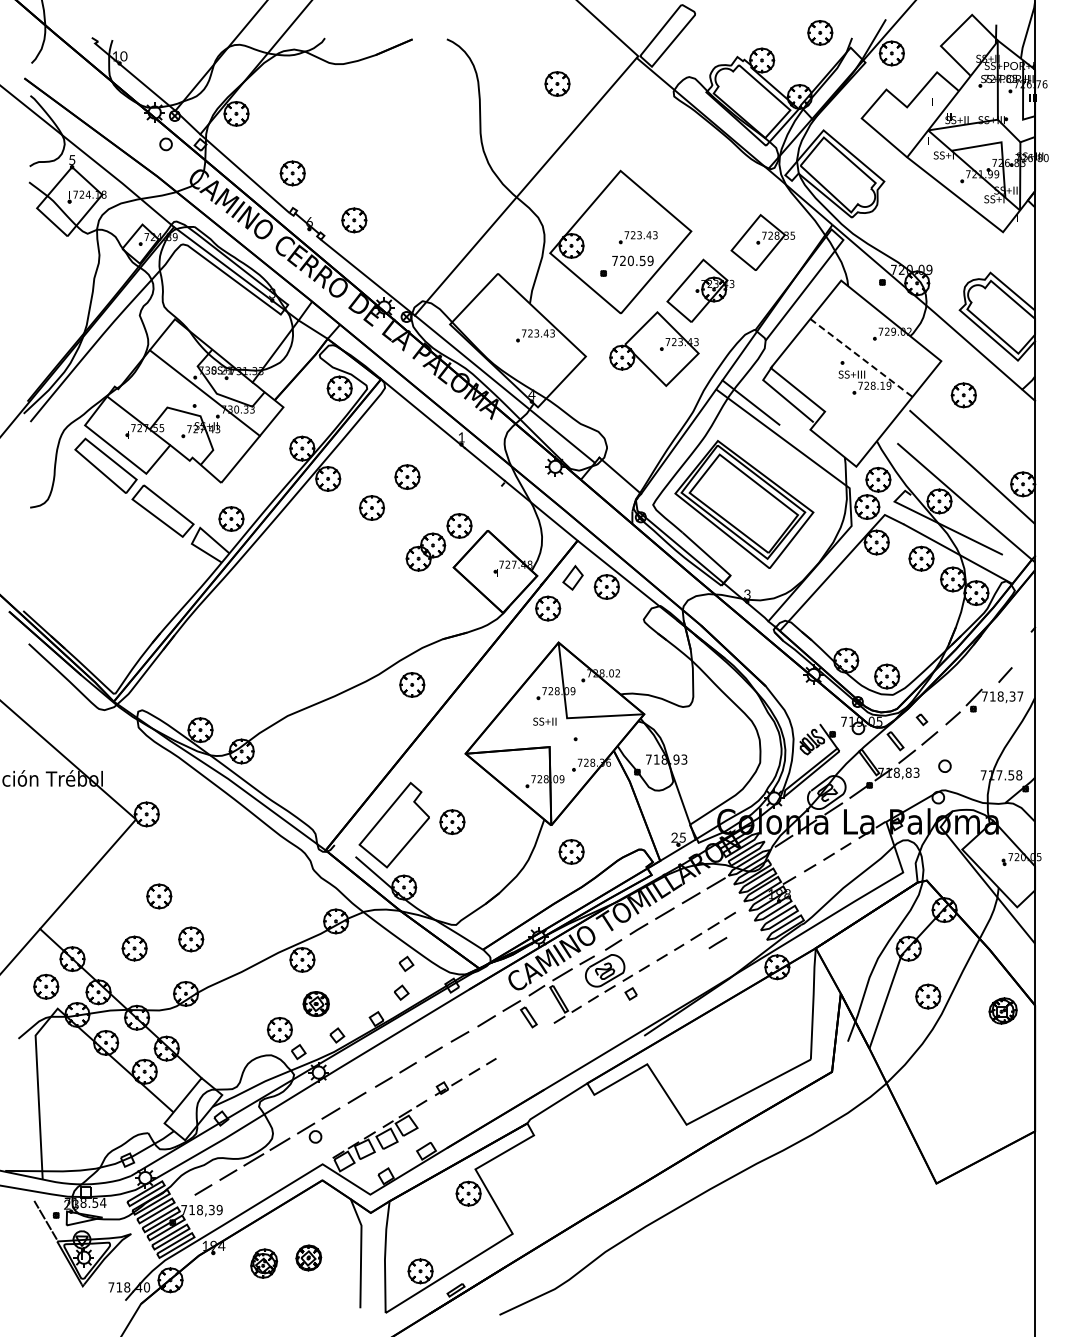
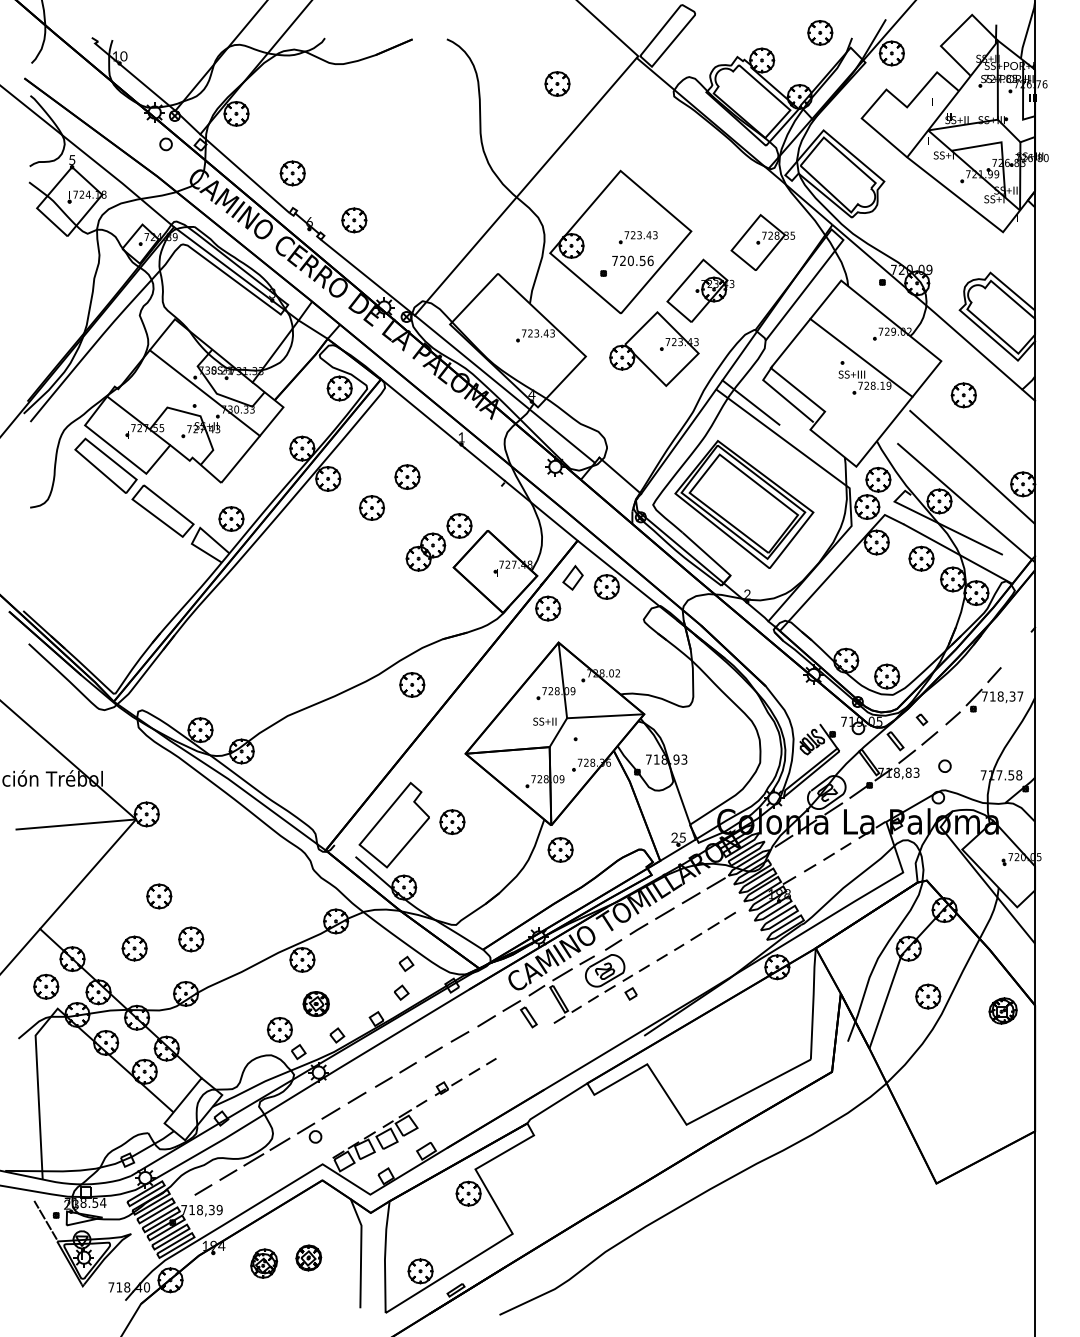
text at (650, 260): 720.59 -> 720.56
line at (861, 358): dashed -> solid
text at (747, 595): 3 -> 2
line at (1005, 674) position: (1005, 674) -> (994, 674)
line at (558, 732): none -> present
line at (76, 824): none -> present
part at (571, 851) position: (571, 851) -> (560, 849)
line at (717, 943): present -> none
